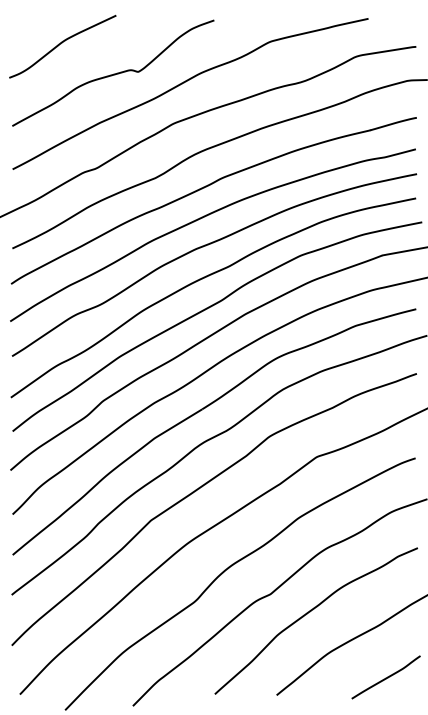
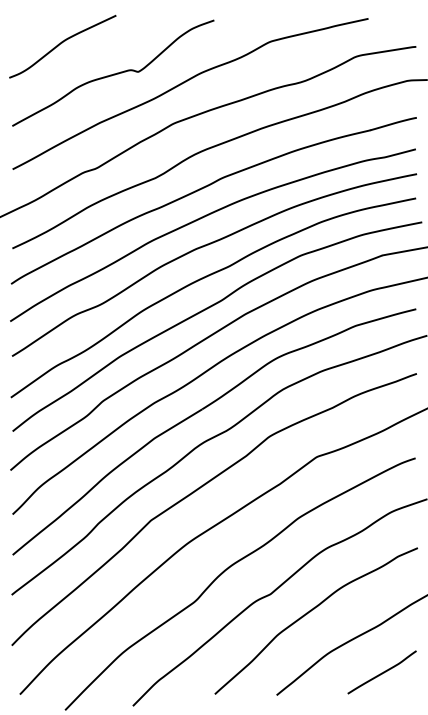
curve at (385, 677) position: (385, 677) -> (381, 672)
